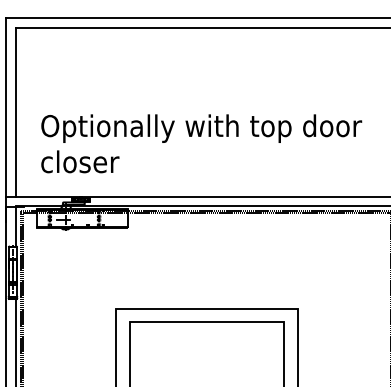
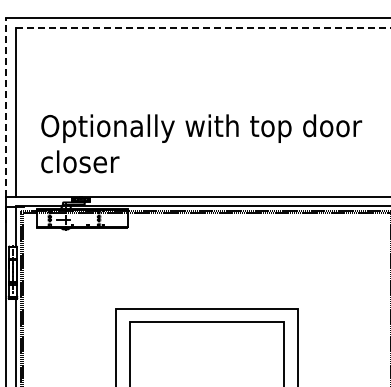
line at (203, 27): solid -> dashed
line at (6, 106): solid -> dashed
